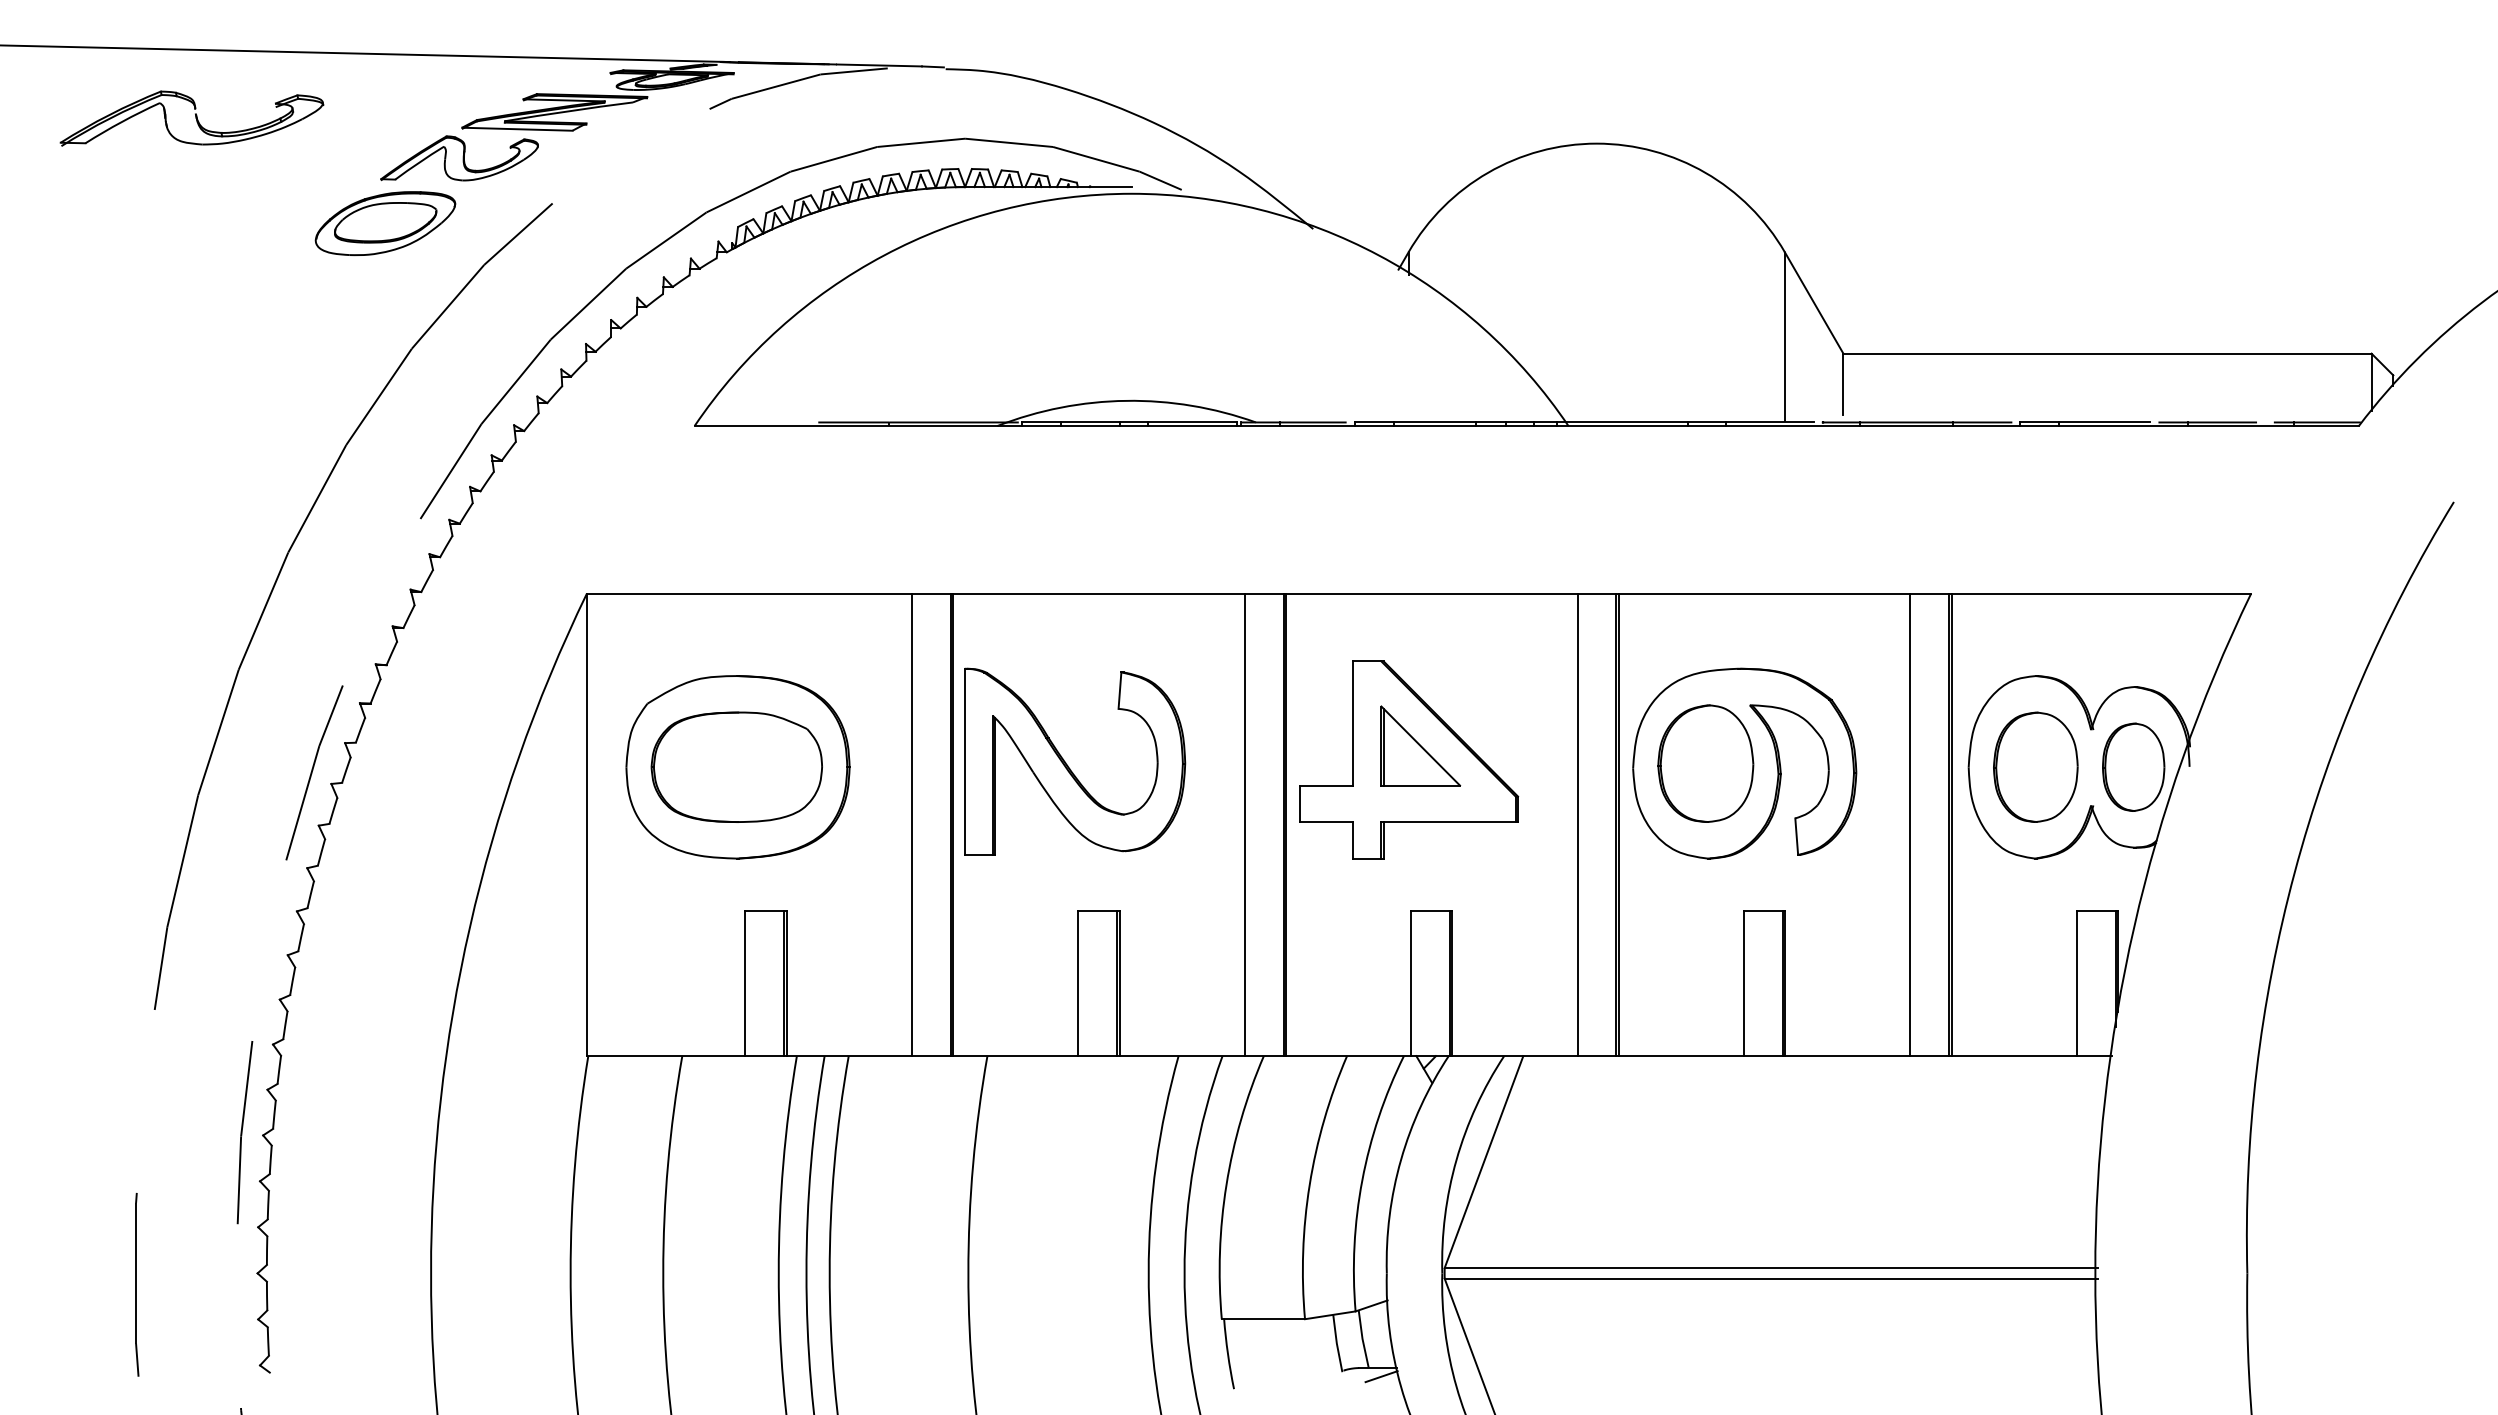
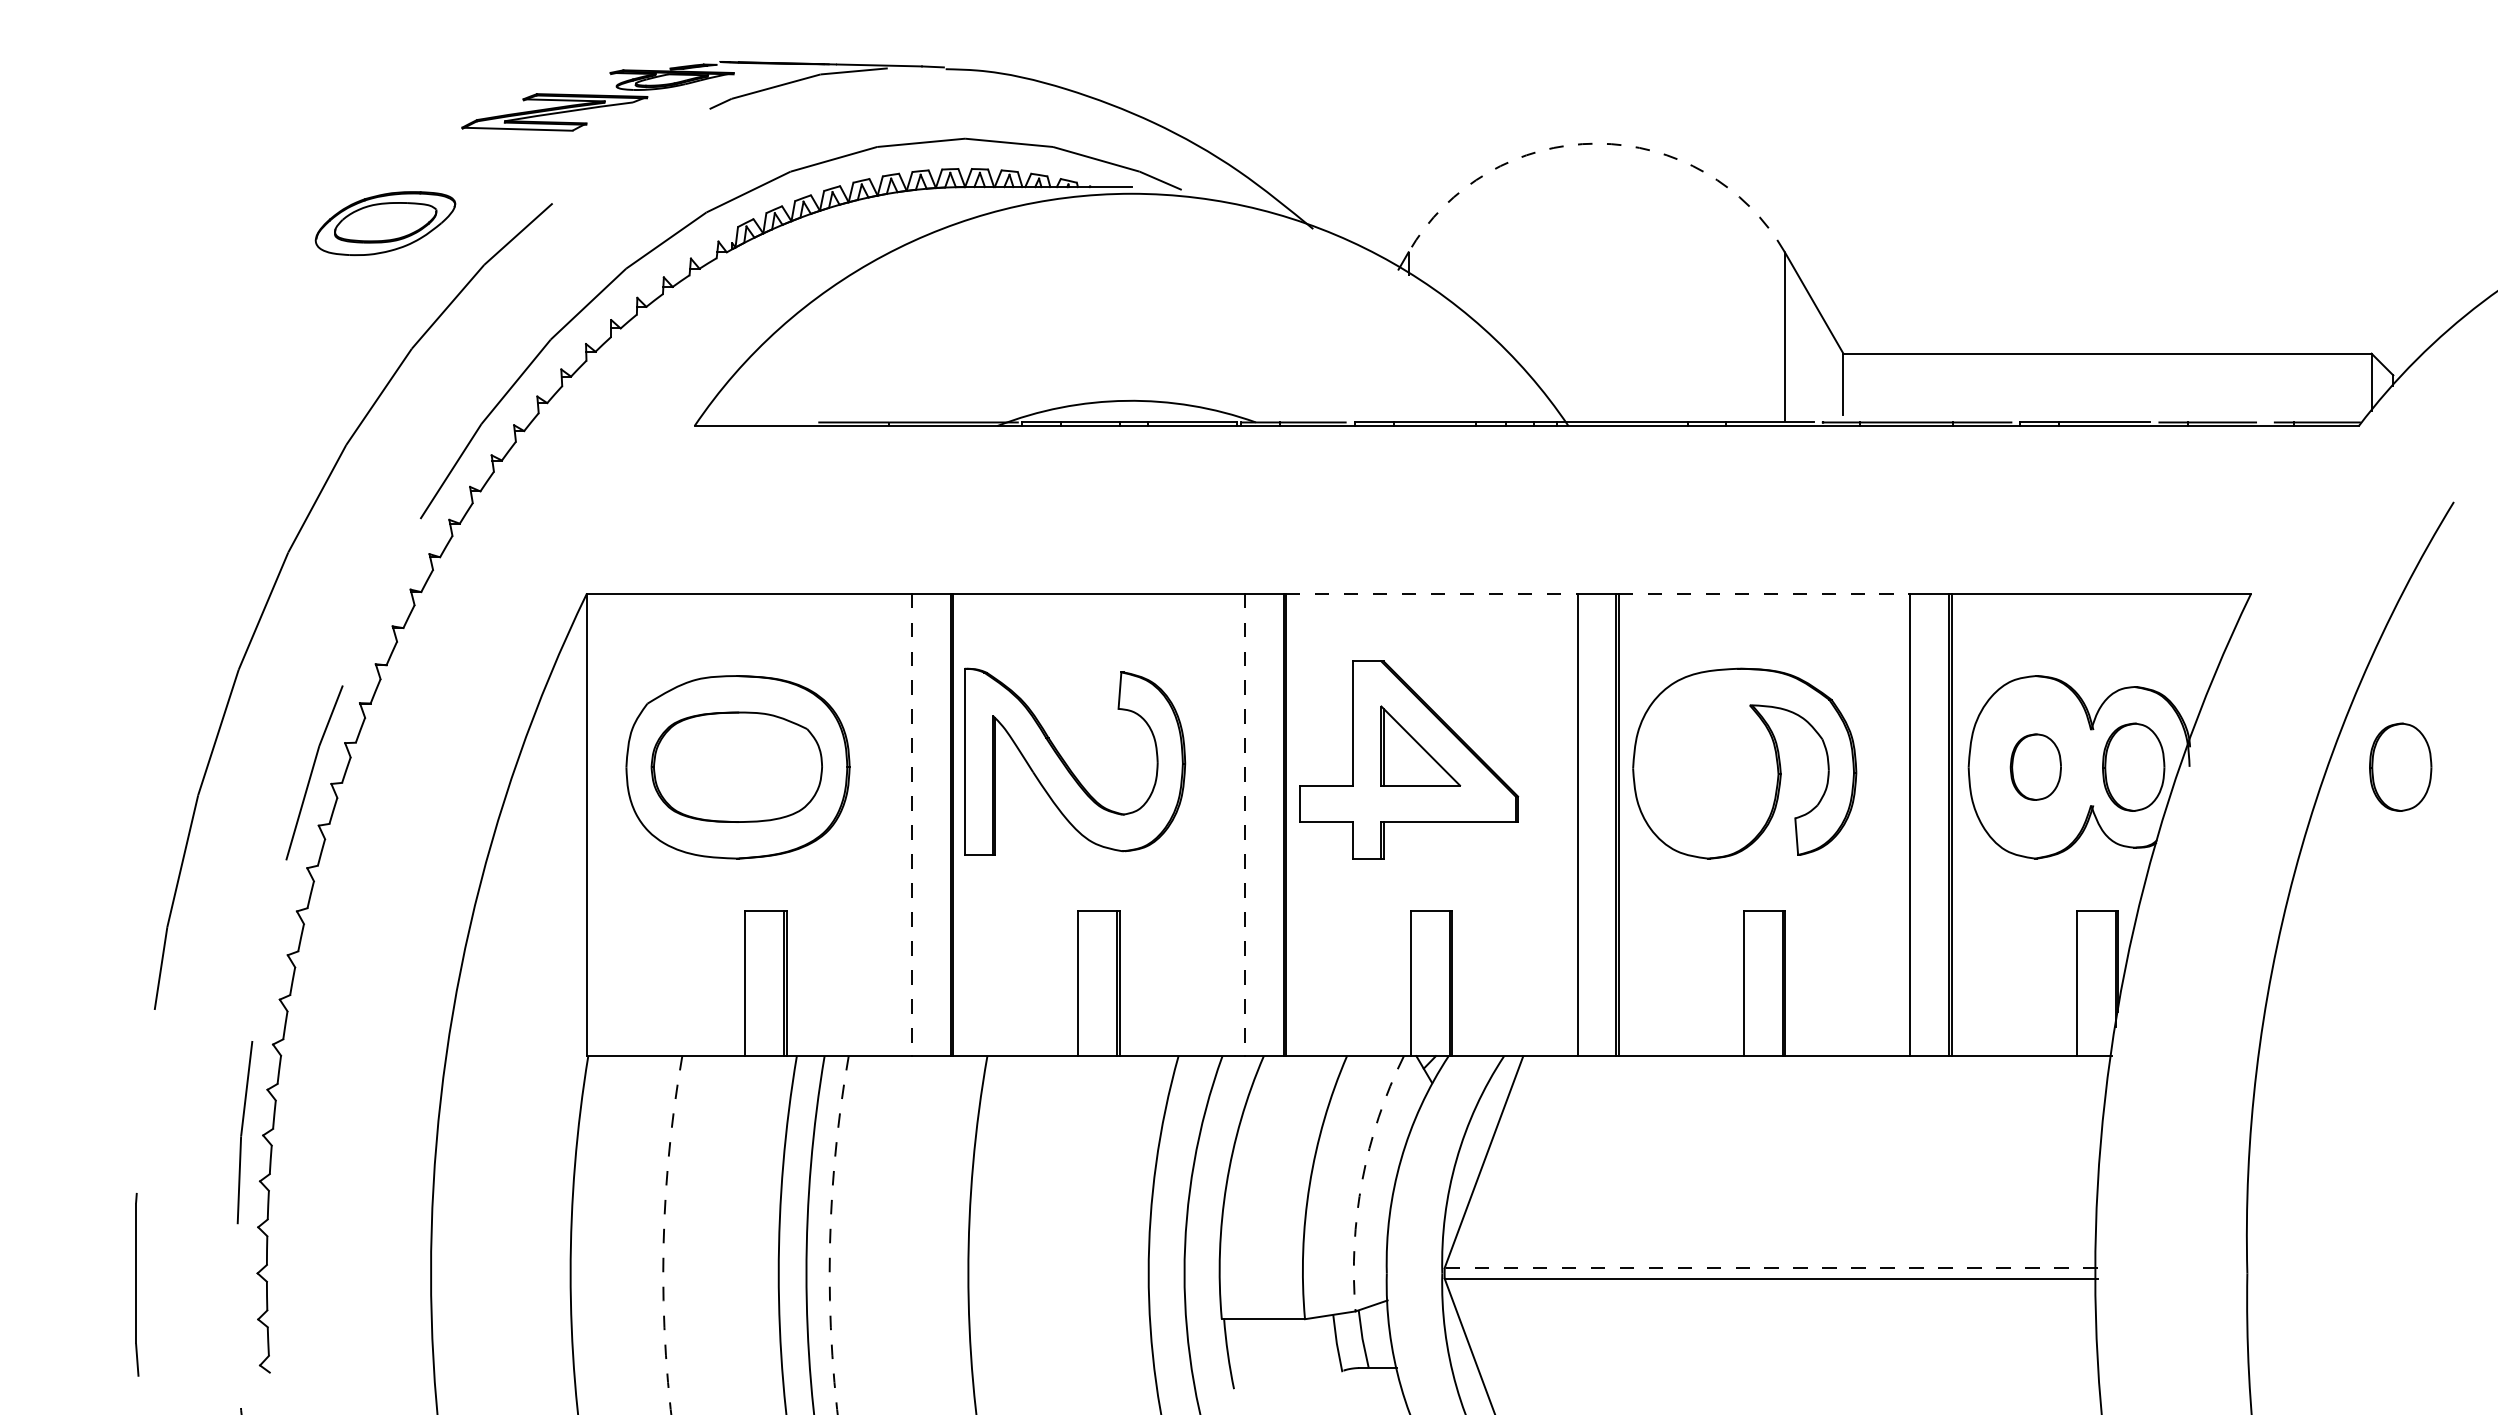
line at (364, 53): present -> none
part at (191, 118): present -> none
arc at (1596, 143): solid -> dashed
part at (459, 158): present -> none
line at (1431, 593): solid -> dashed
line at (1764, 593): solid -> dashed
part at (1705, 763): present -> none
part at (2035, 766) size: 86x112 px -> 53x68 px
part at (2400, 766): none -> present
line at (911, 825): solid -> dashed
line at (1244, 825): solid -> dashed
arc at (1362, 1180): solid -> dashed
arc at (664, 1235): solid -> dashed
arc at (830, 1235): solid -> dashed
line at (1770, 1268): solid -> dashed
line at (1381, 1376): present -> none
